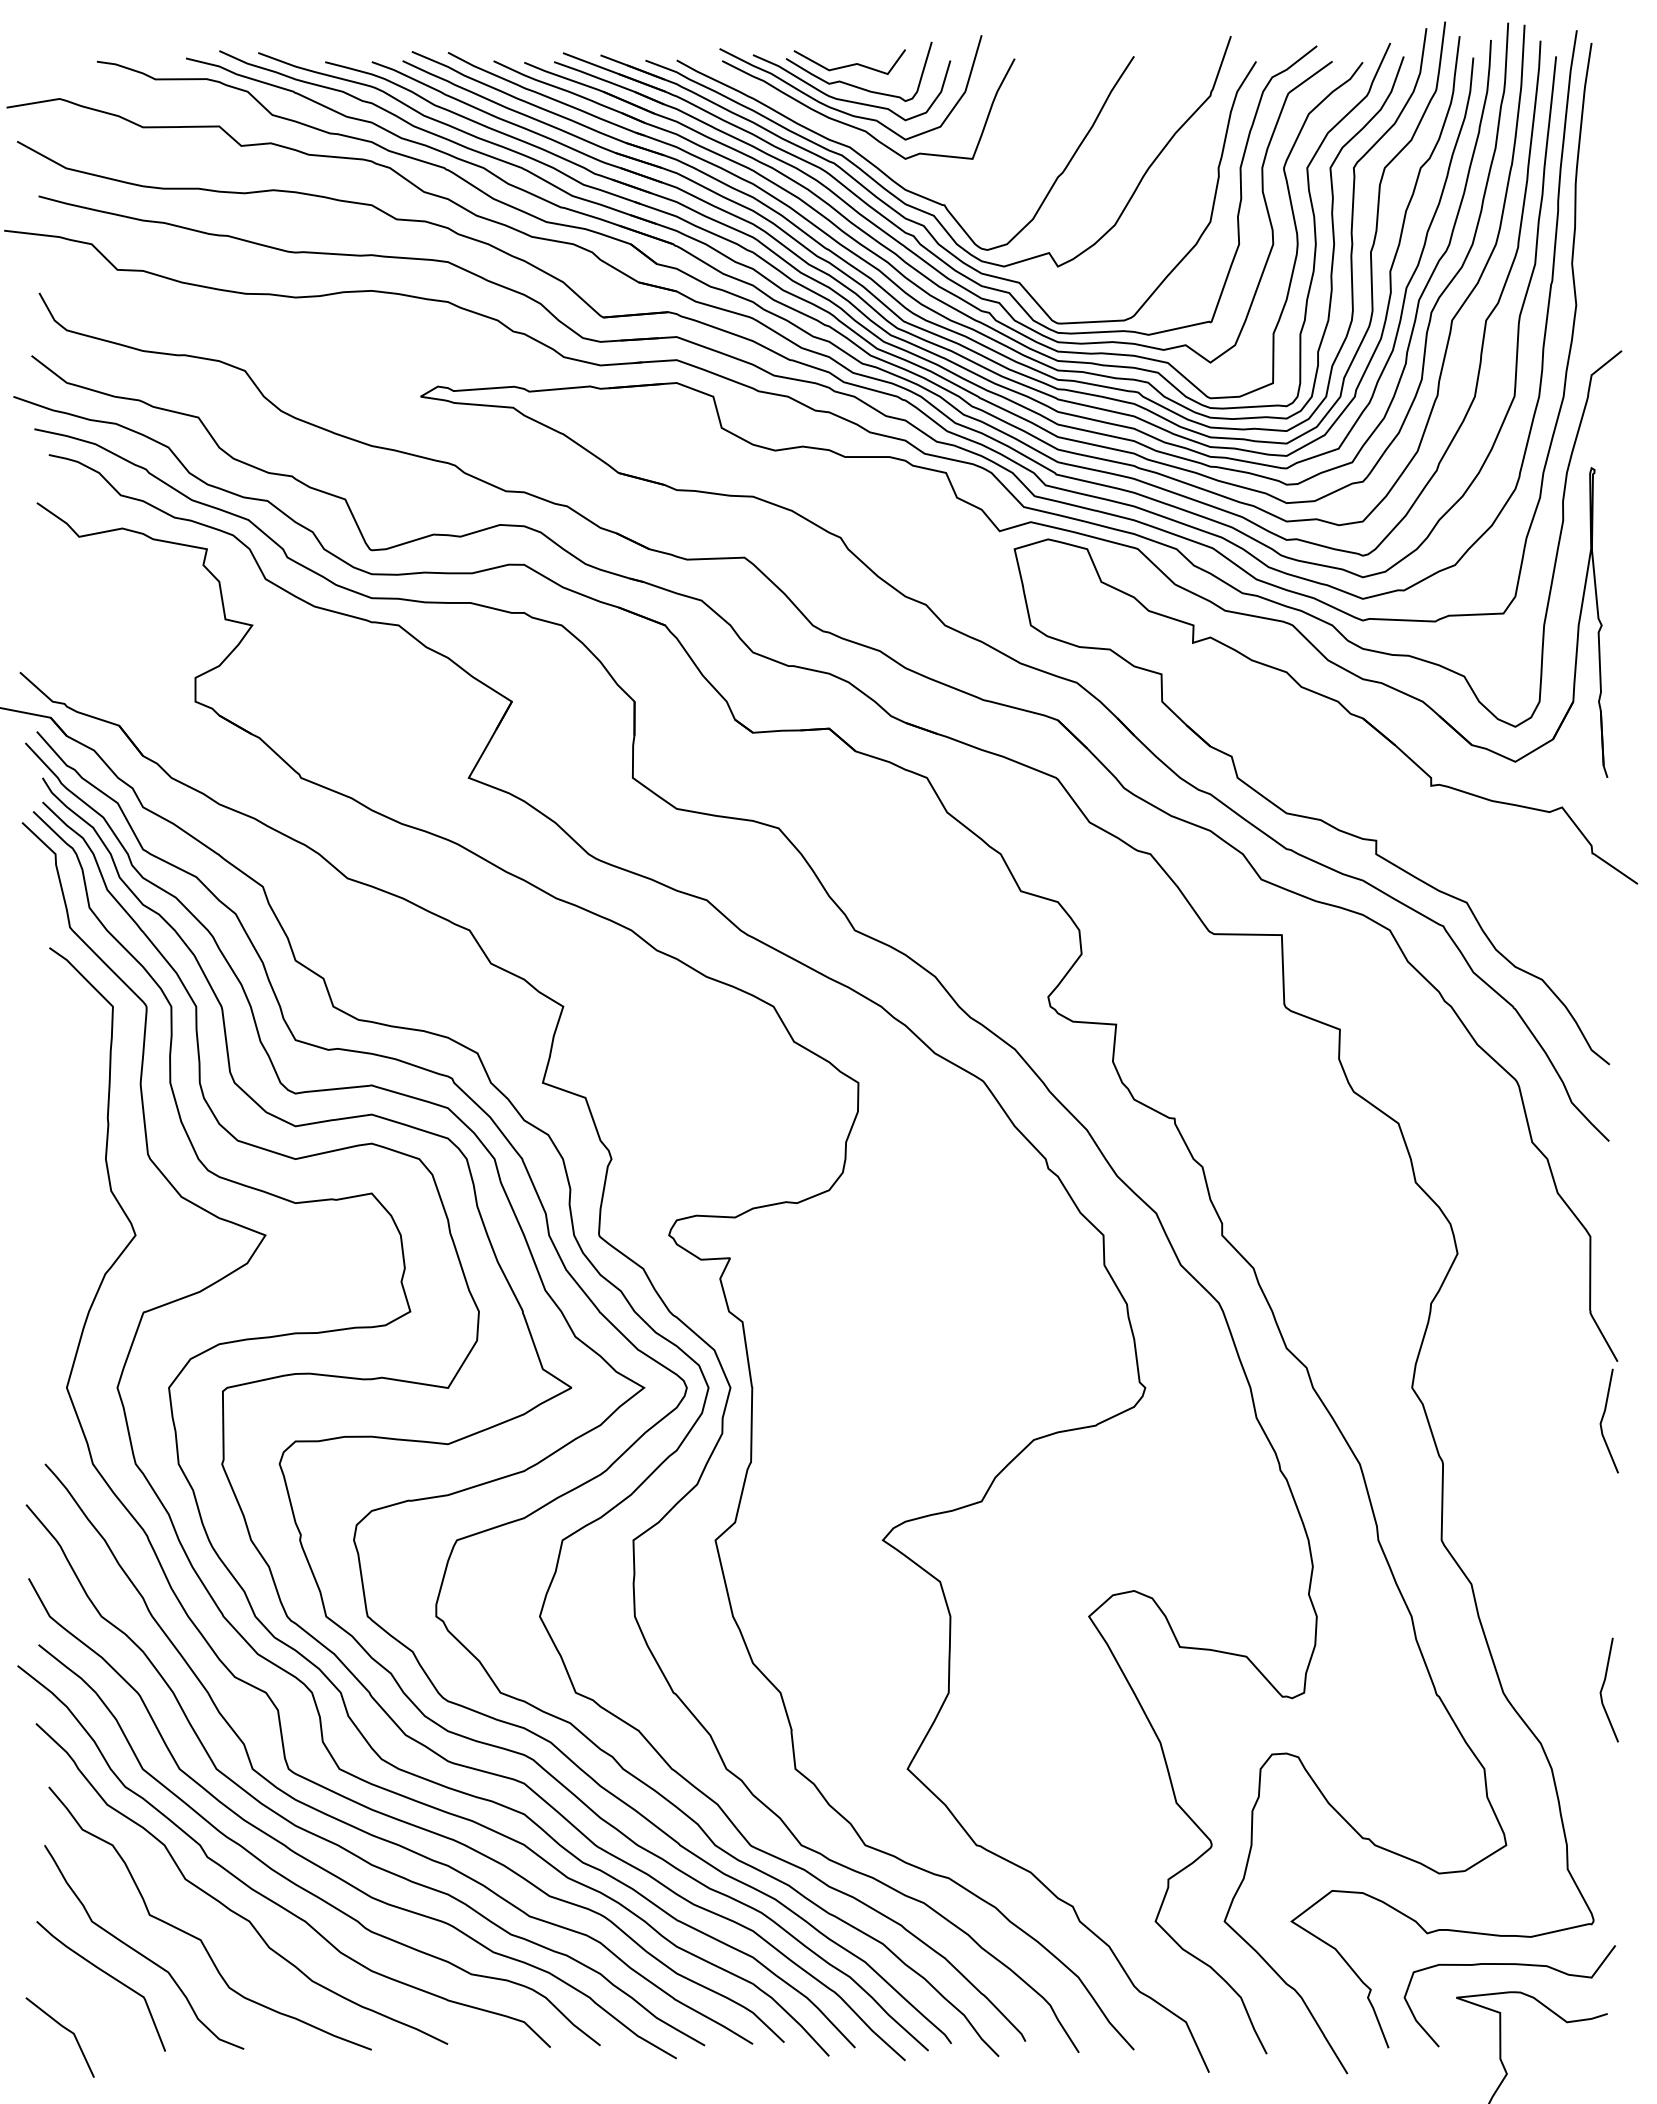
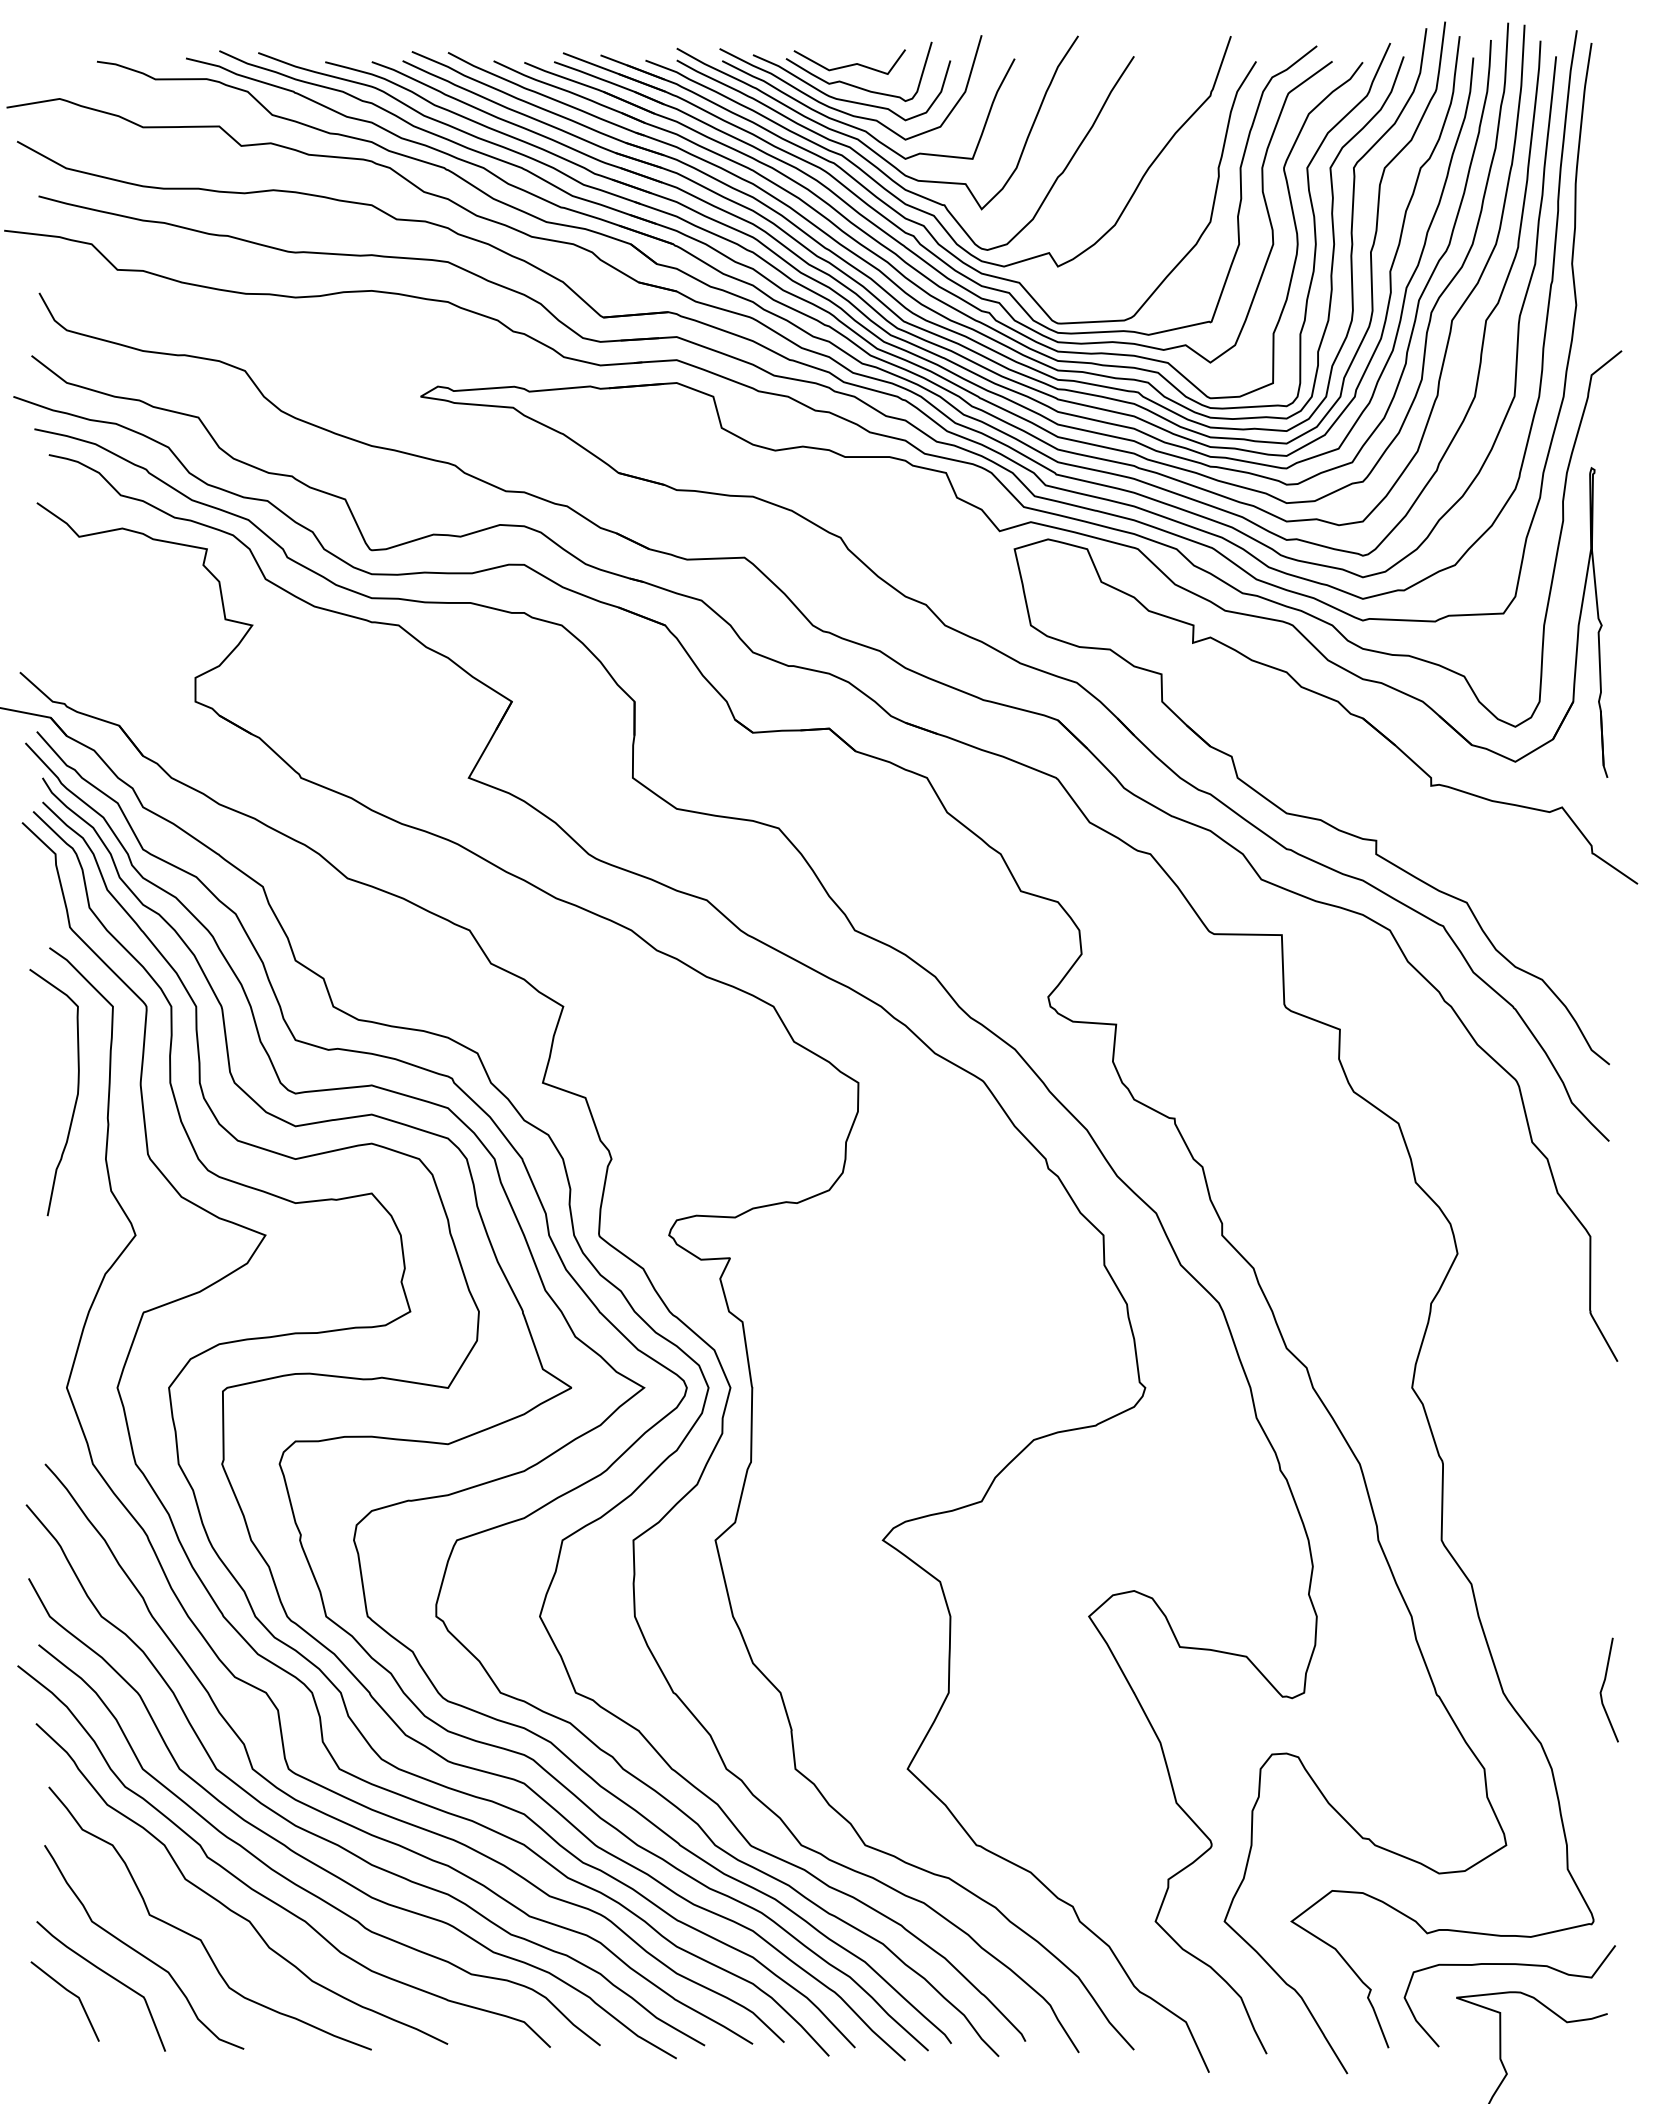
curve at (862, 141): none -> present
curve at (75, 1099): none -> present
line at (1603, 1418): present -> none
curve at (65, 2029) position: (65, 2029) -> (70, 1993)
